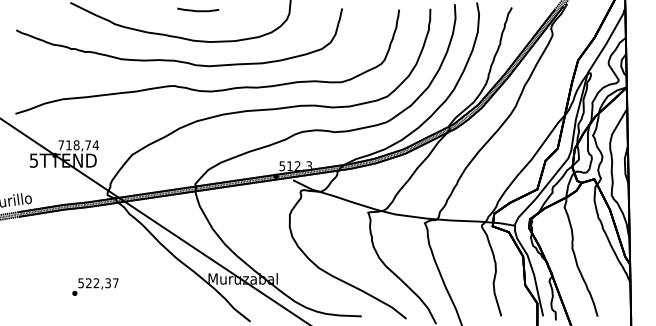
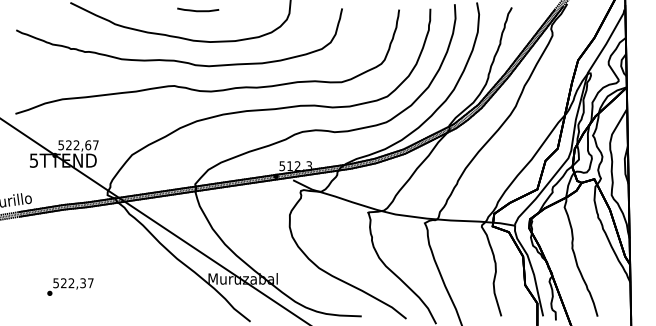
text at (78, 145): 718,74 -> 522,67
text at (95, 286) position: (95, 286) -> (70, 286)
